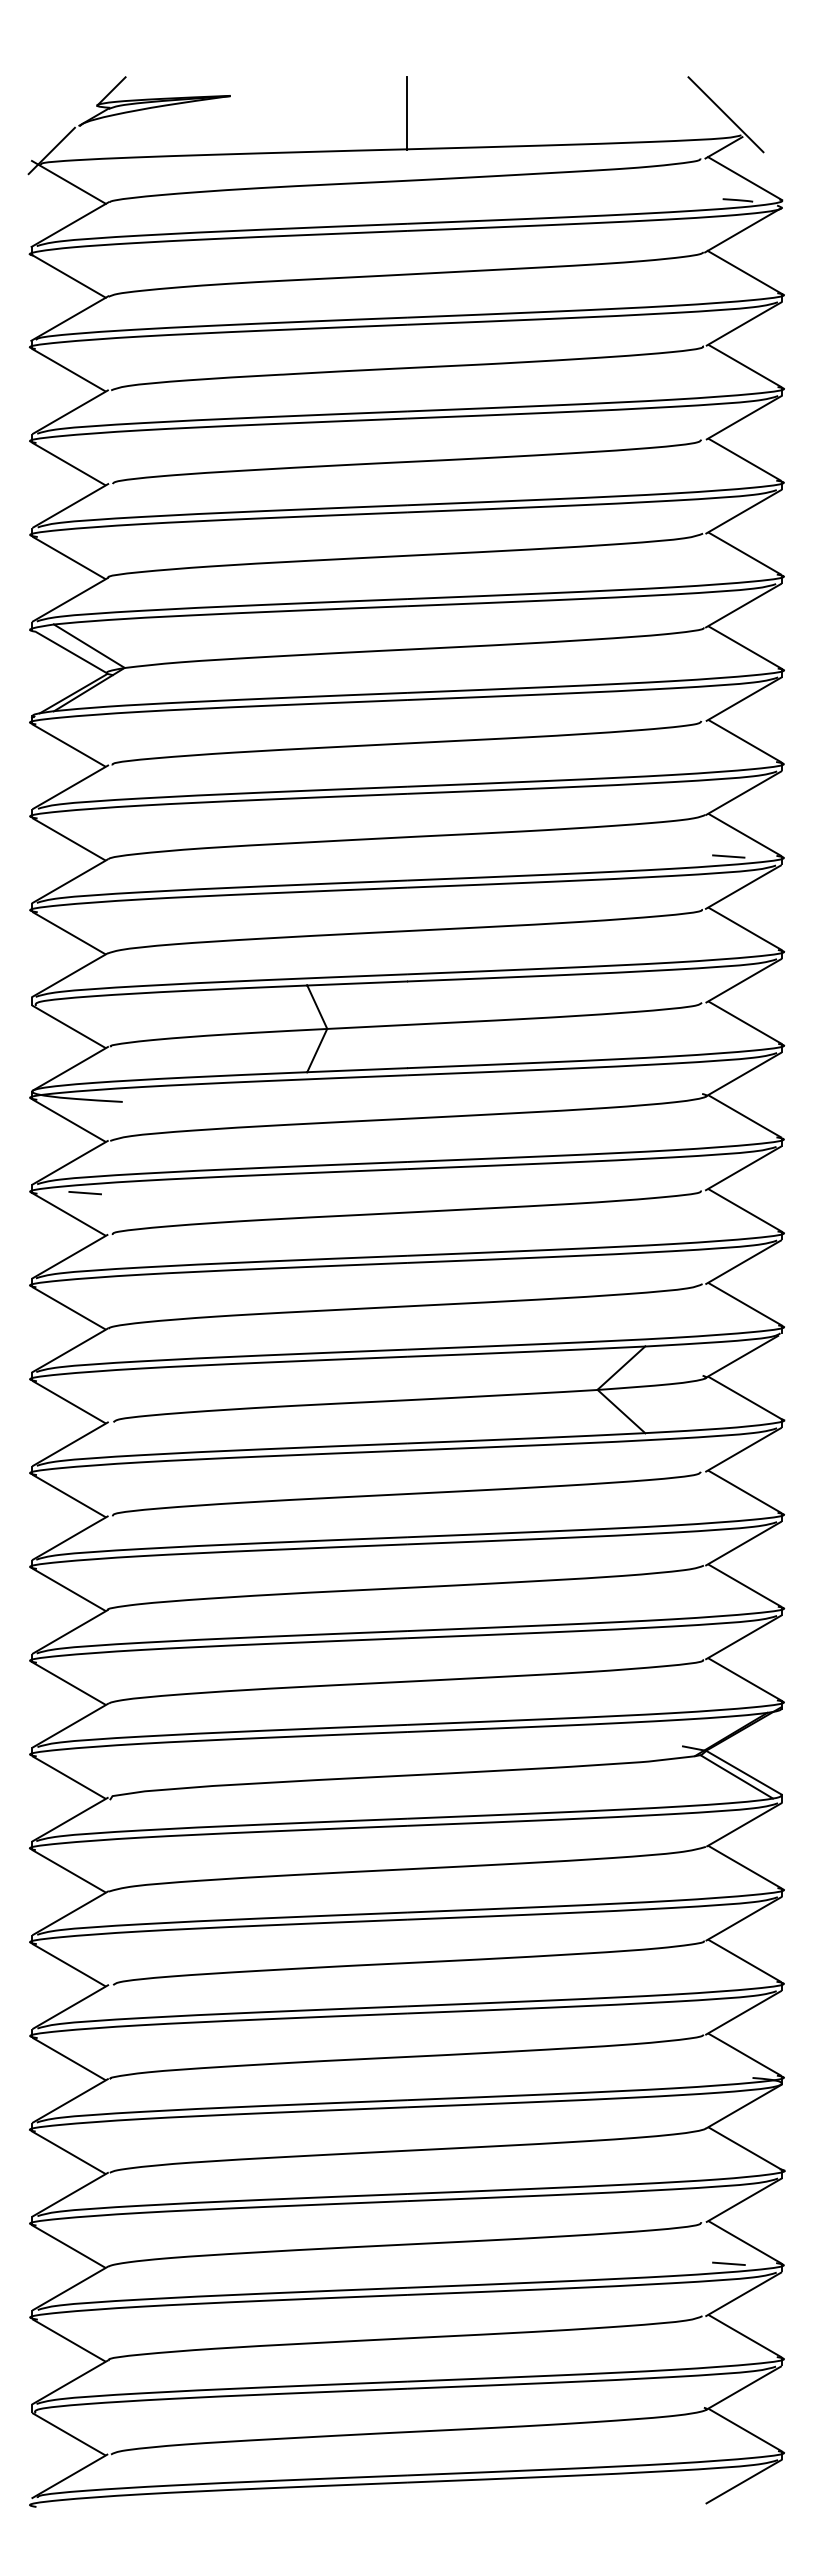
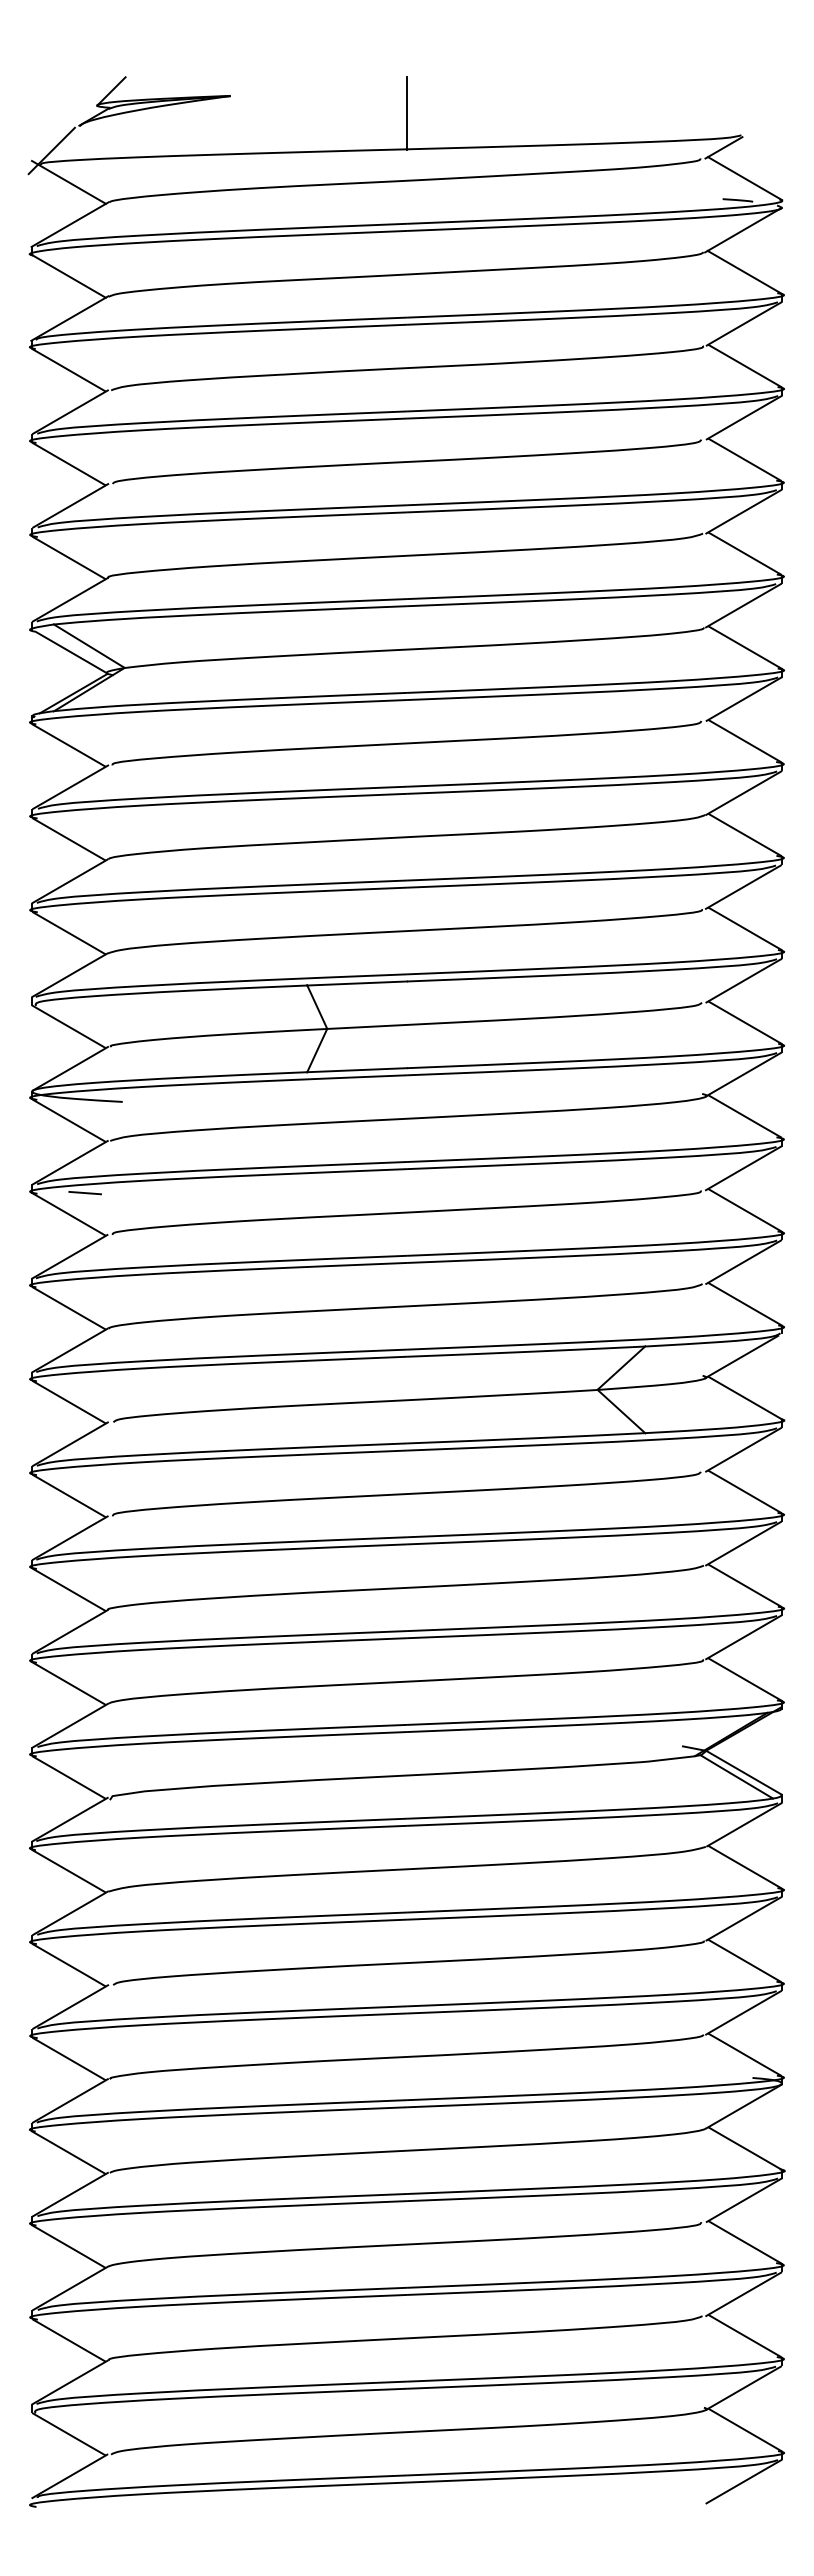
line at (725, 114): present -> none
line at (728, 856): present -> none
line at (728, 2263): present -> none
